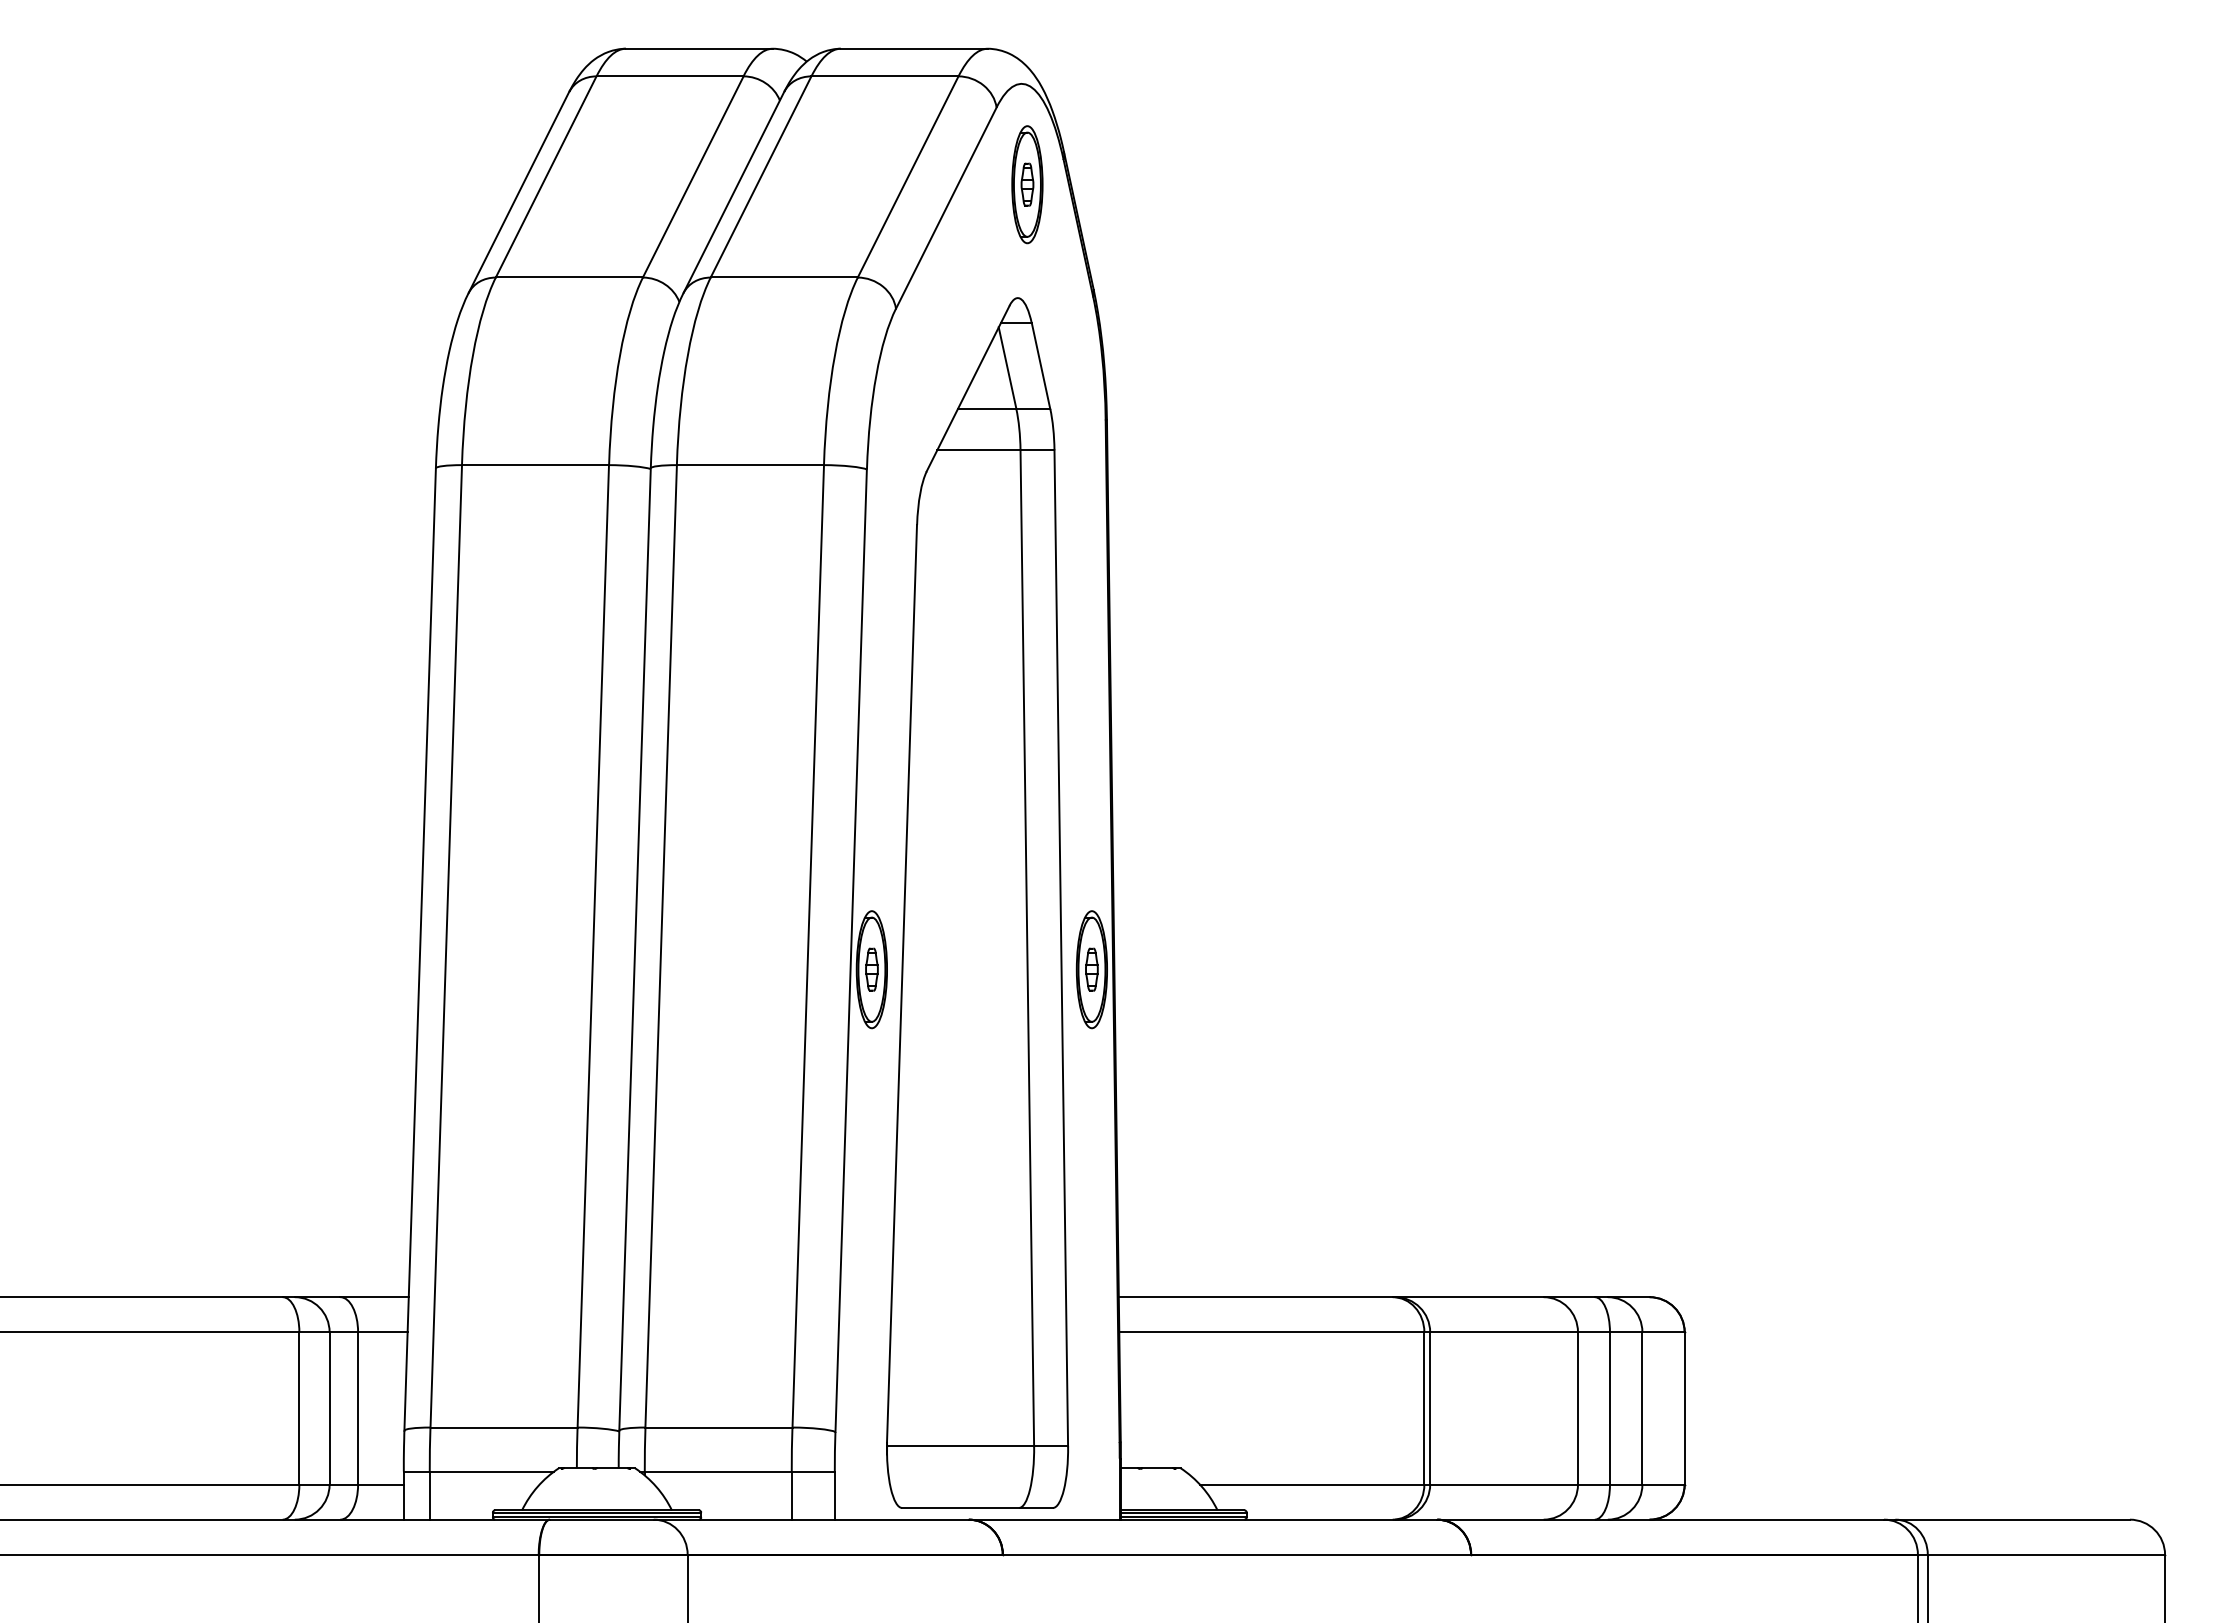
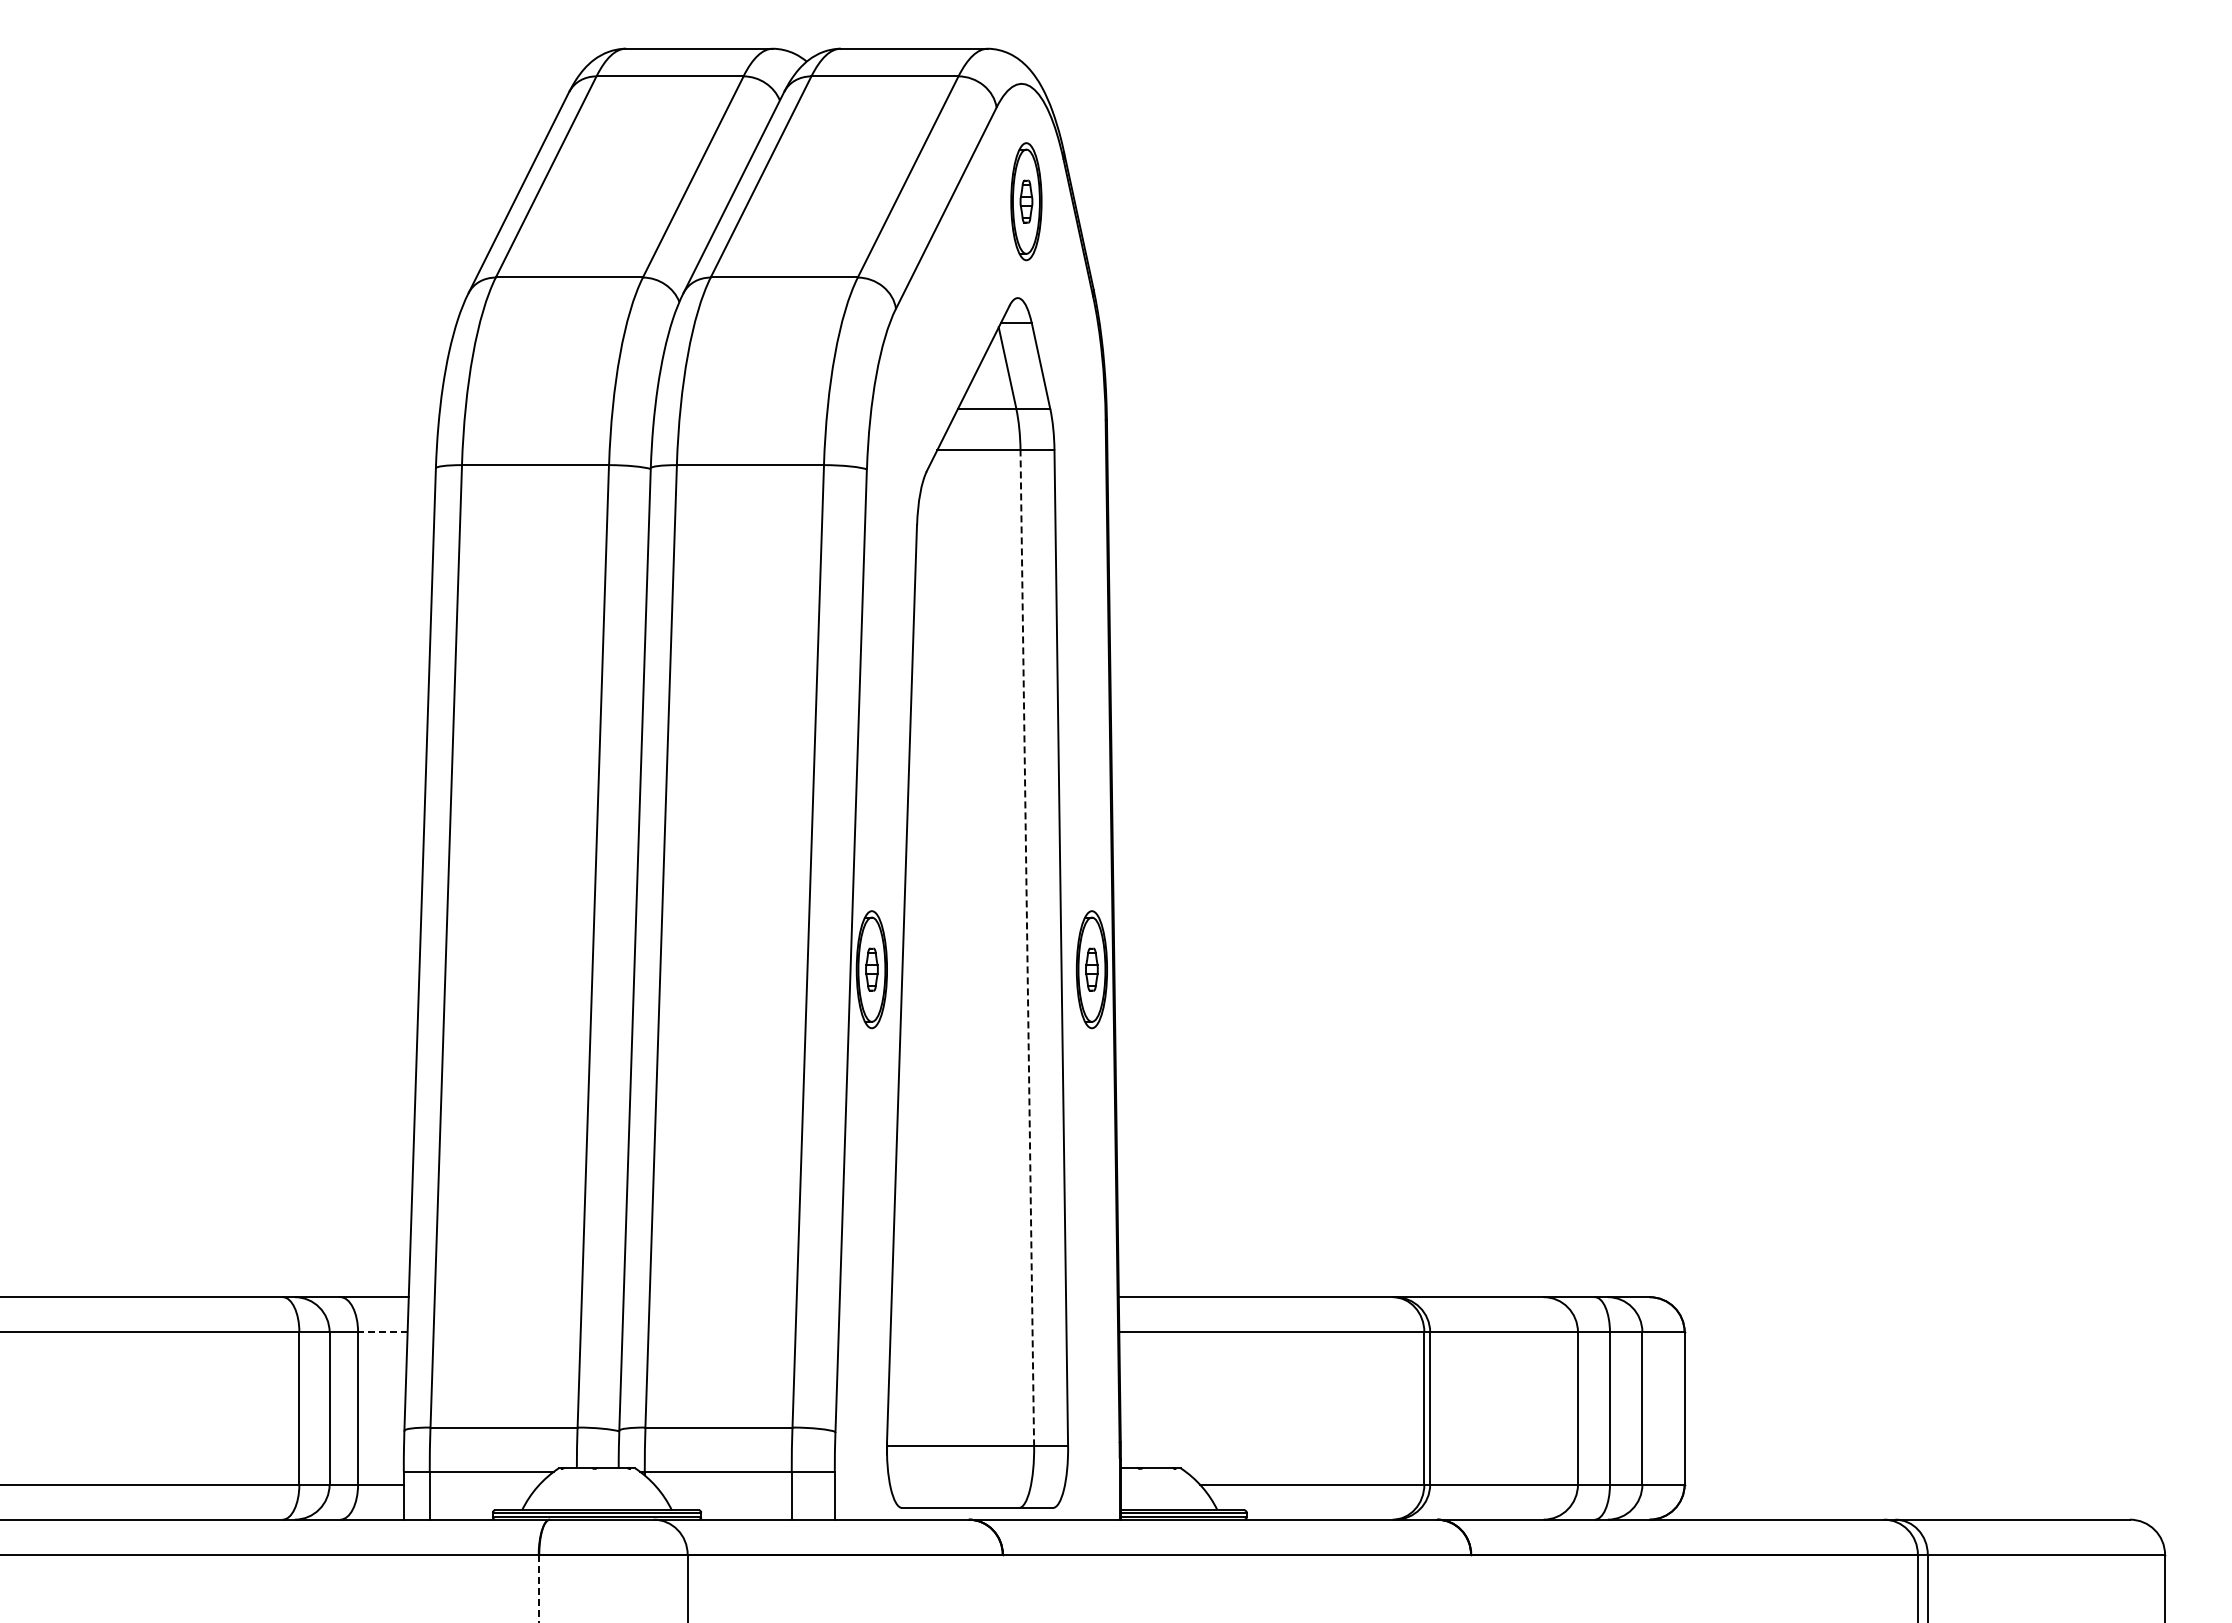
part at (1027, 184) position: (1027, 184) -> (1026, 201)
line at (1027, 947): solid -> dashed
line at (382, 1332): solid -> dashed
line at (538, 1588): solid -> dashed
